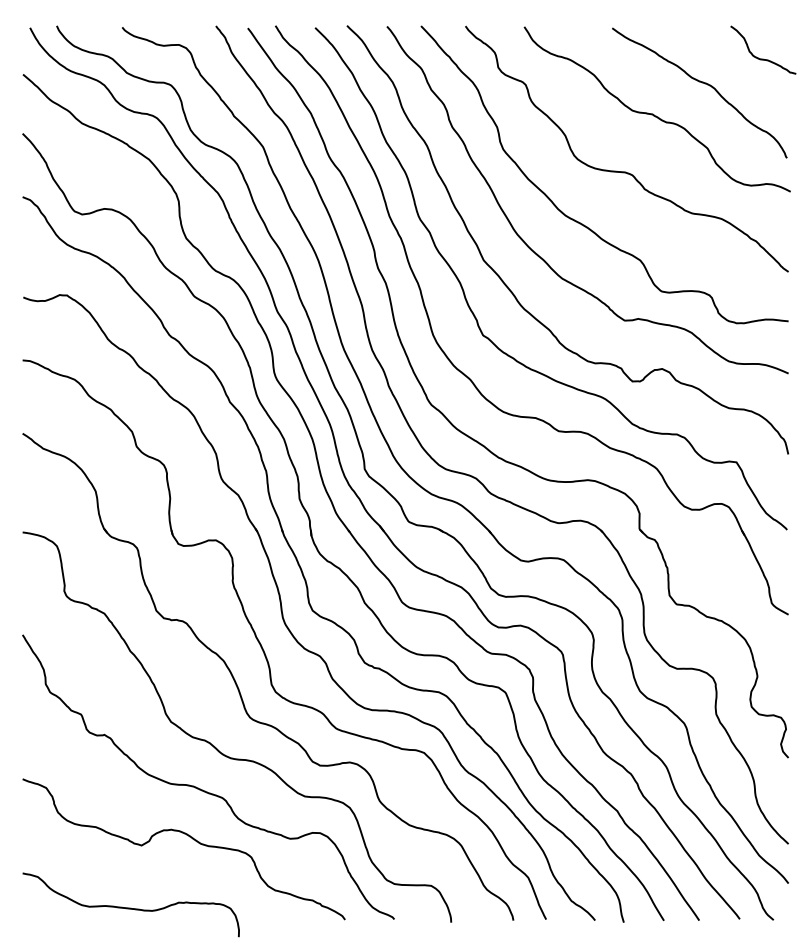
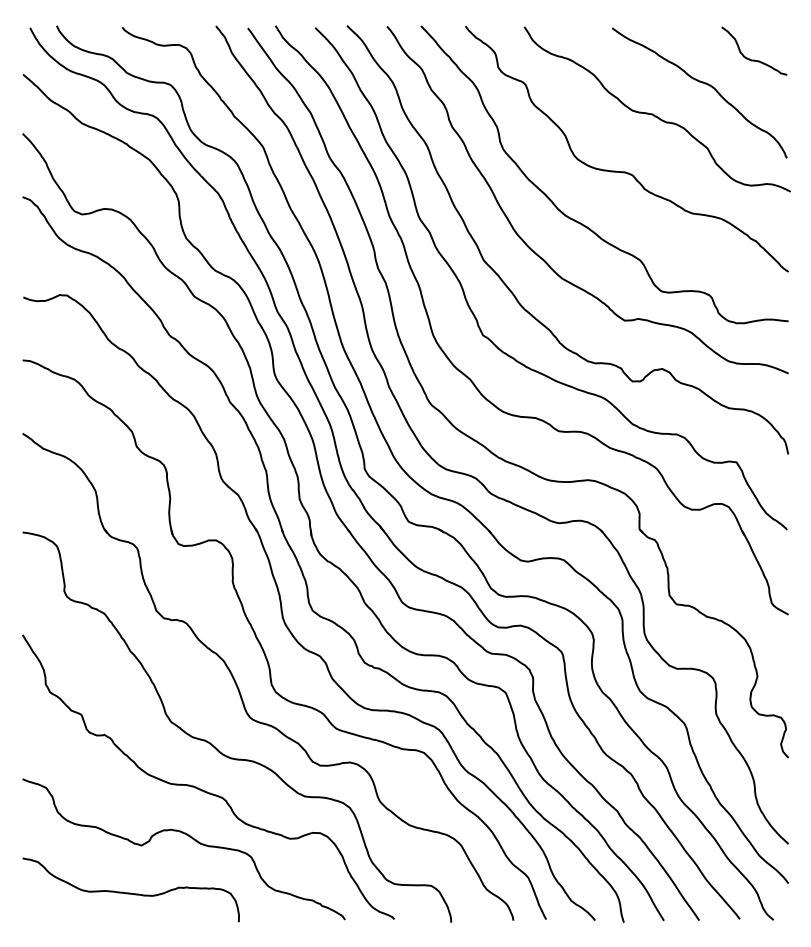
curve at (763, 58) position: (763, 58) -> (754, 59)
curve at (130, 907) position: (130, 907) -> (130, 892)
